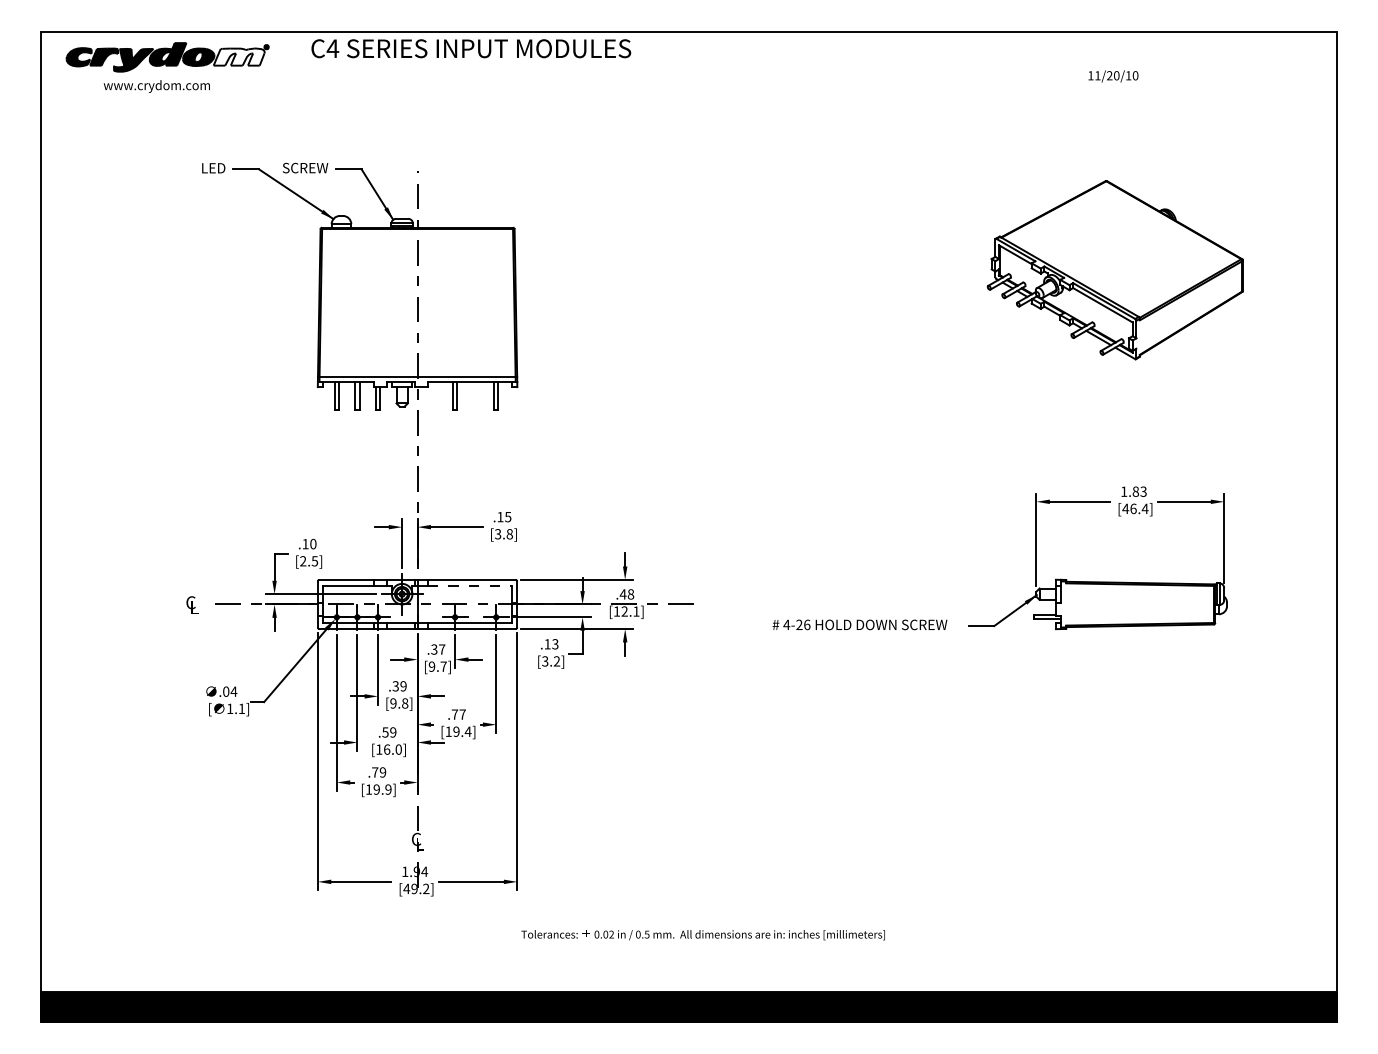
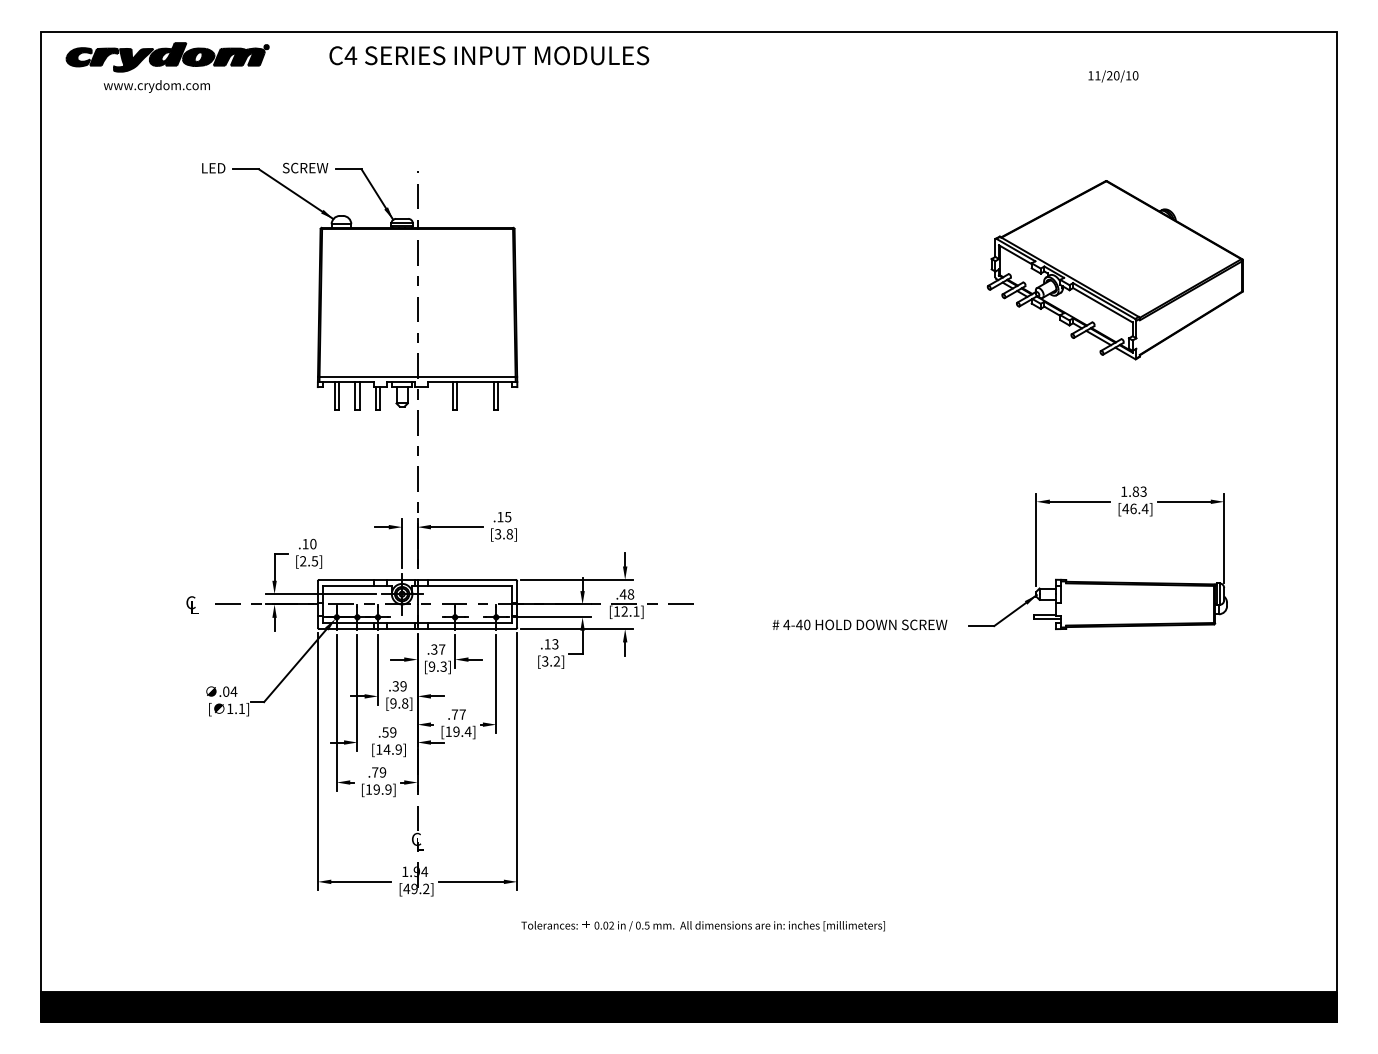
text at (471, 48) position: (471, 48) -> (489, 55)
fill at (238, 56): none -> present
line at (470, 585): dashed -> solid
text at (803, 624): 4-26 -> 4-40
text at (443, 666): [9.7] -> [9.3]
text at (392, 749): [16.0] -> [14.9]
text at (702, 935) position: (702, 935) -> (702, 926)
